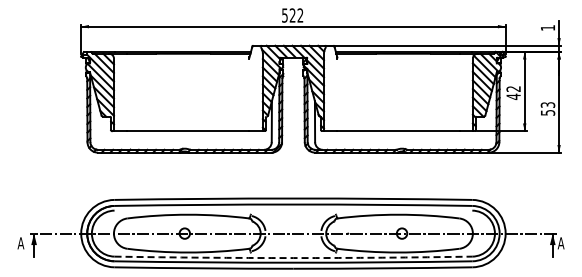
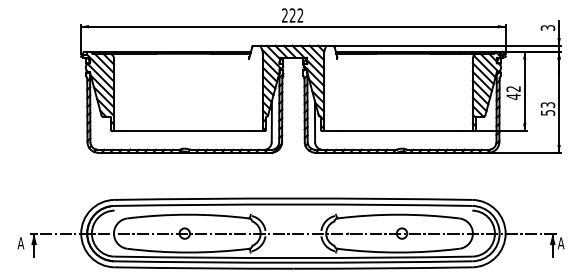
text at (284, 15): 522 -> 222
text at (547, 27): 1 -> 3
arc at (293, 258): dashed -> solid
